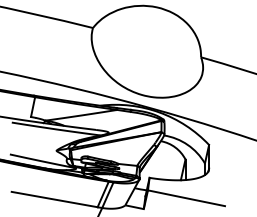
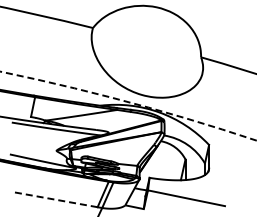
arc at (128, 102): solid -> dashed
line at (54, 199): solid -> dashed
